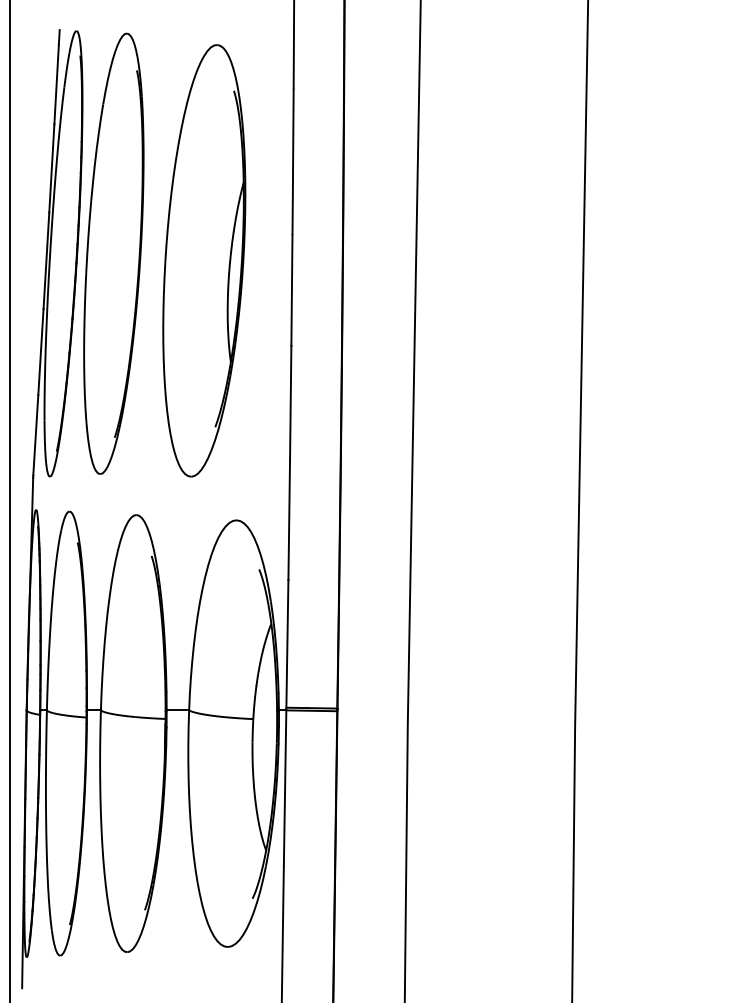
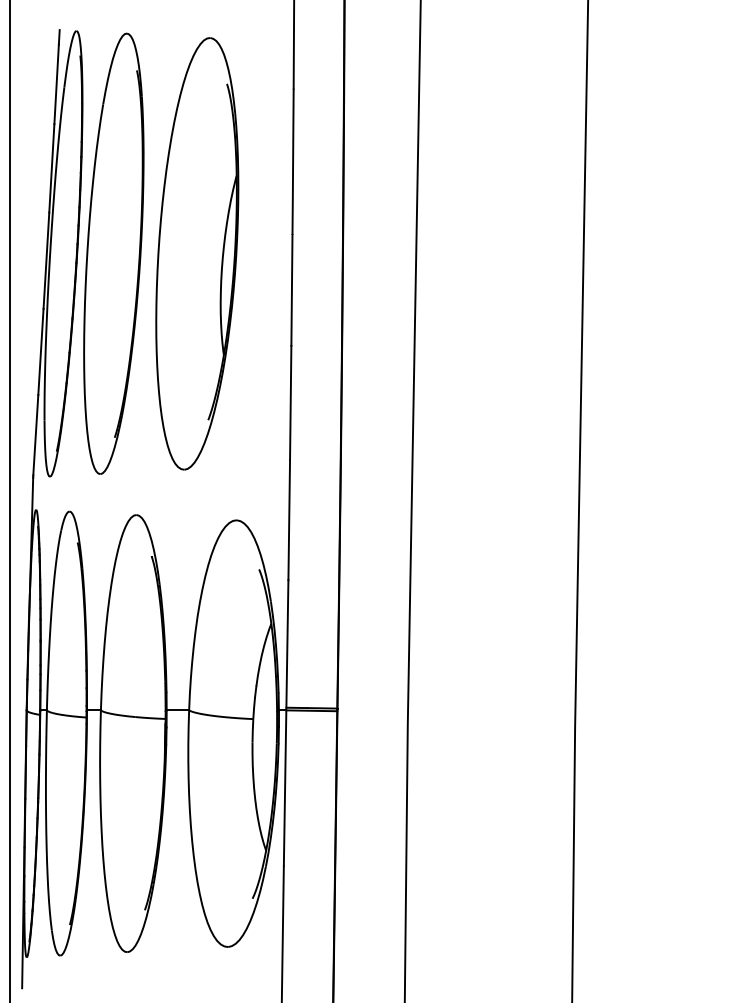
part at (204, 260) position: (204, 260) -> (197, 253)
